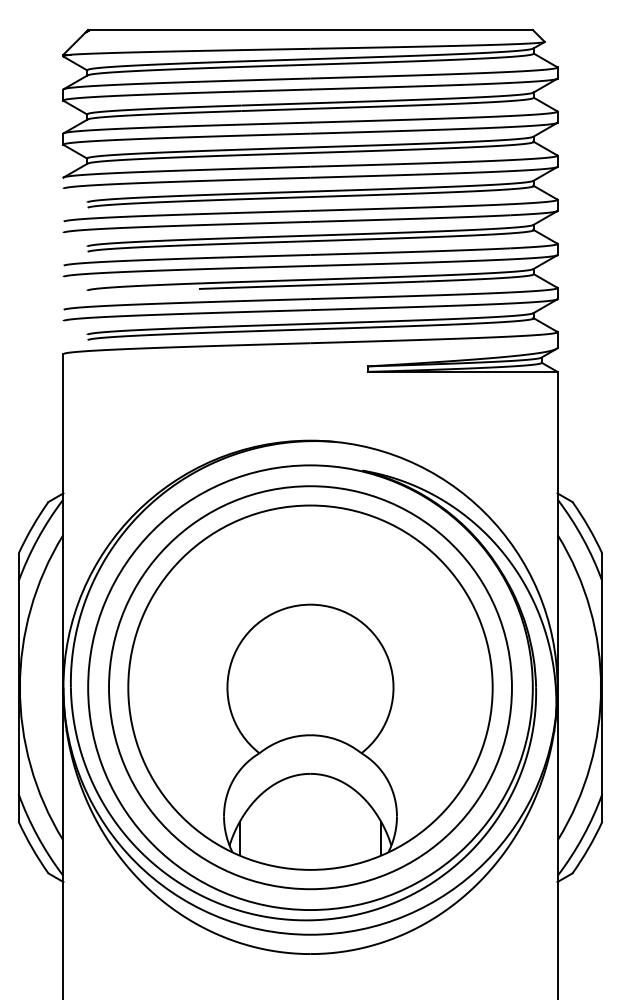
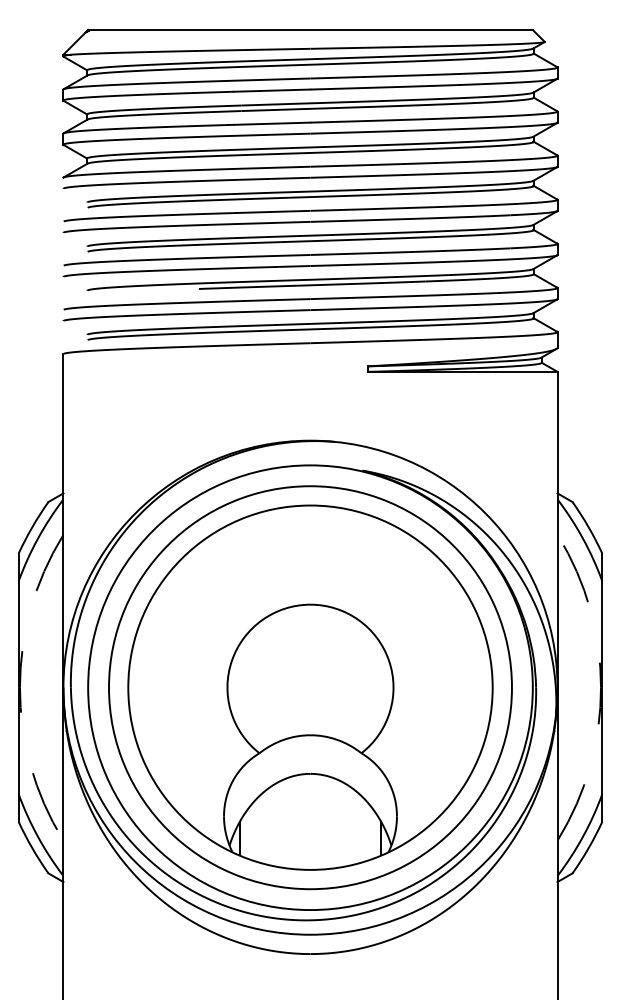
arc at (19, 687): solid -> dashed
arc at (601, 687): solid -> dashed
